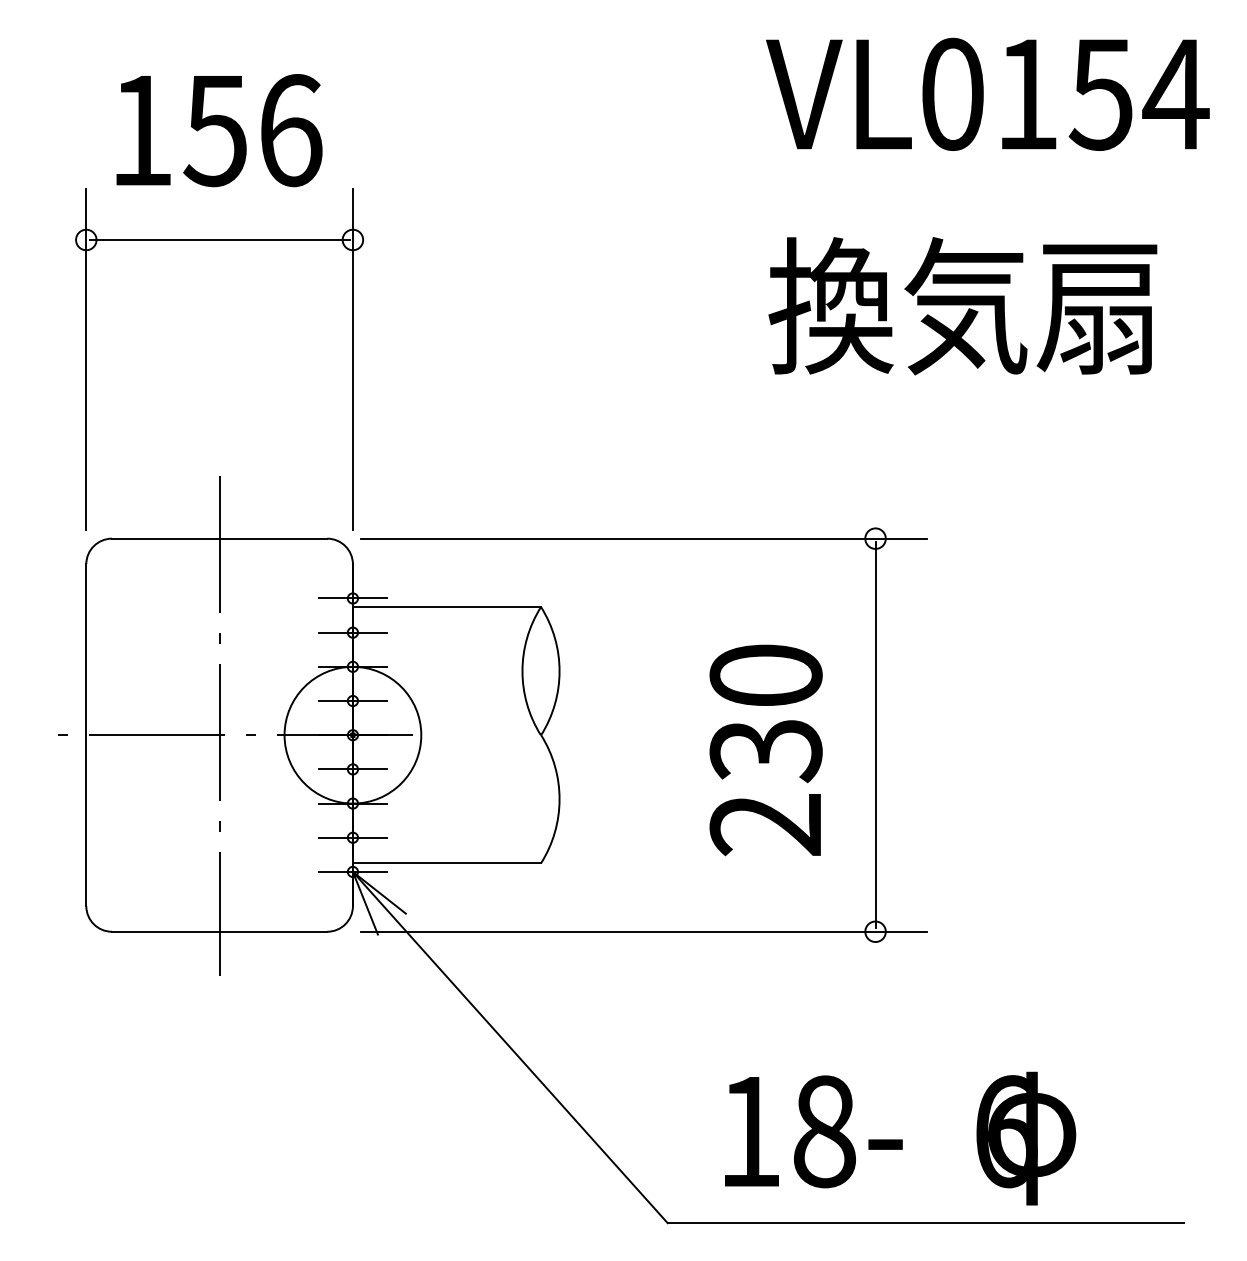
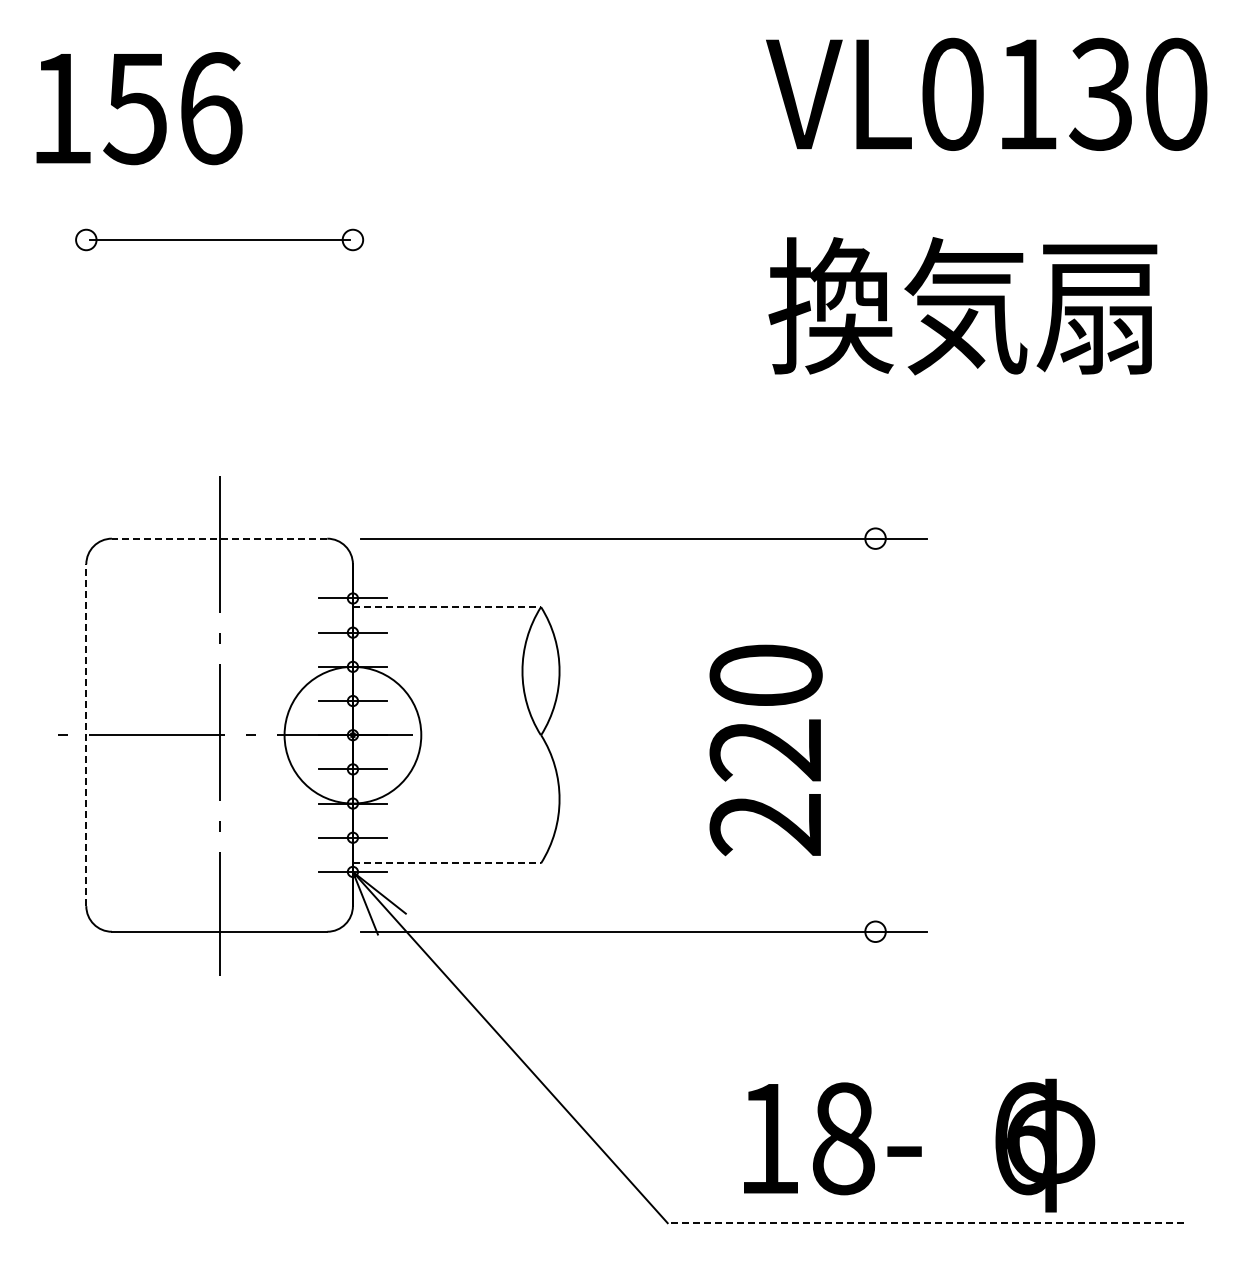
text at (1138, 93): VL0154 -> VL0130
text at (219, 130) position: (219, 130) -> (139, 108)
line at (86, 359): present -> none
line at (352, 359): present -> none
line at (219, 538): solid -> dashed
line at (447, 607): solid -> dashed
line at (86, 735): solid -> dashed
line at (875, 735): present -> none
text at (765, 751): 230 -> 220
line at (447, 863): solid -> dashed
text at (900, 1138) position: (900, 1138) -> (919, 1145)
line at (925, 1223): solid -> dashed
